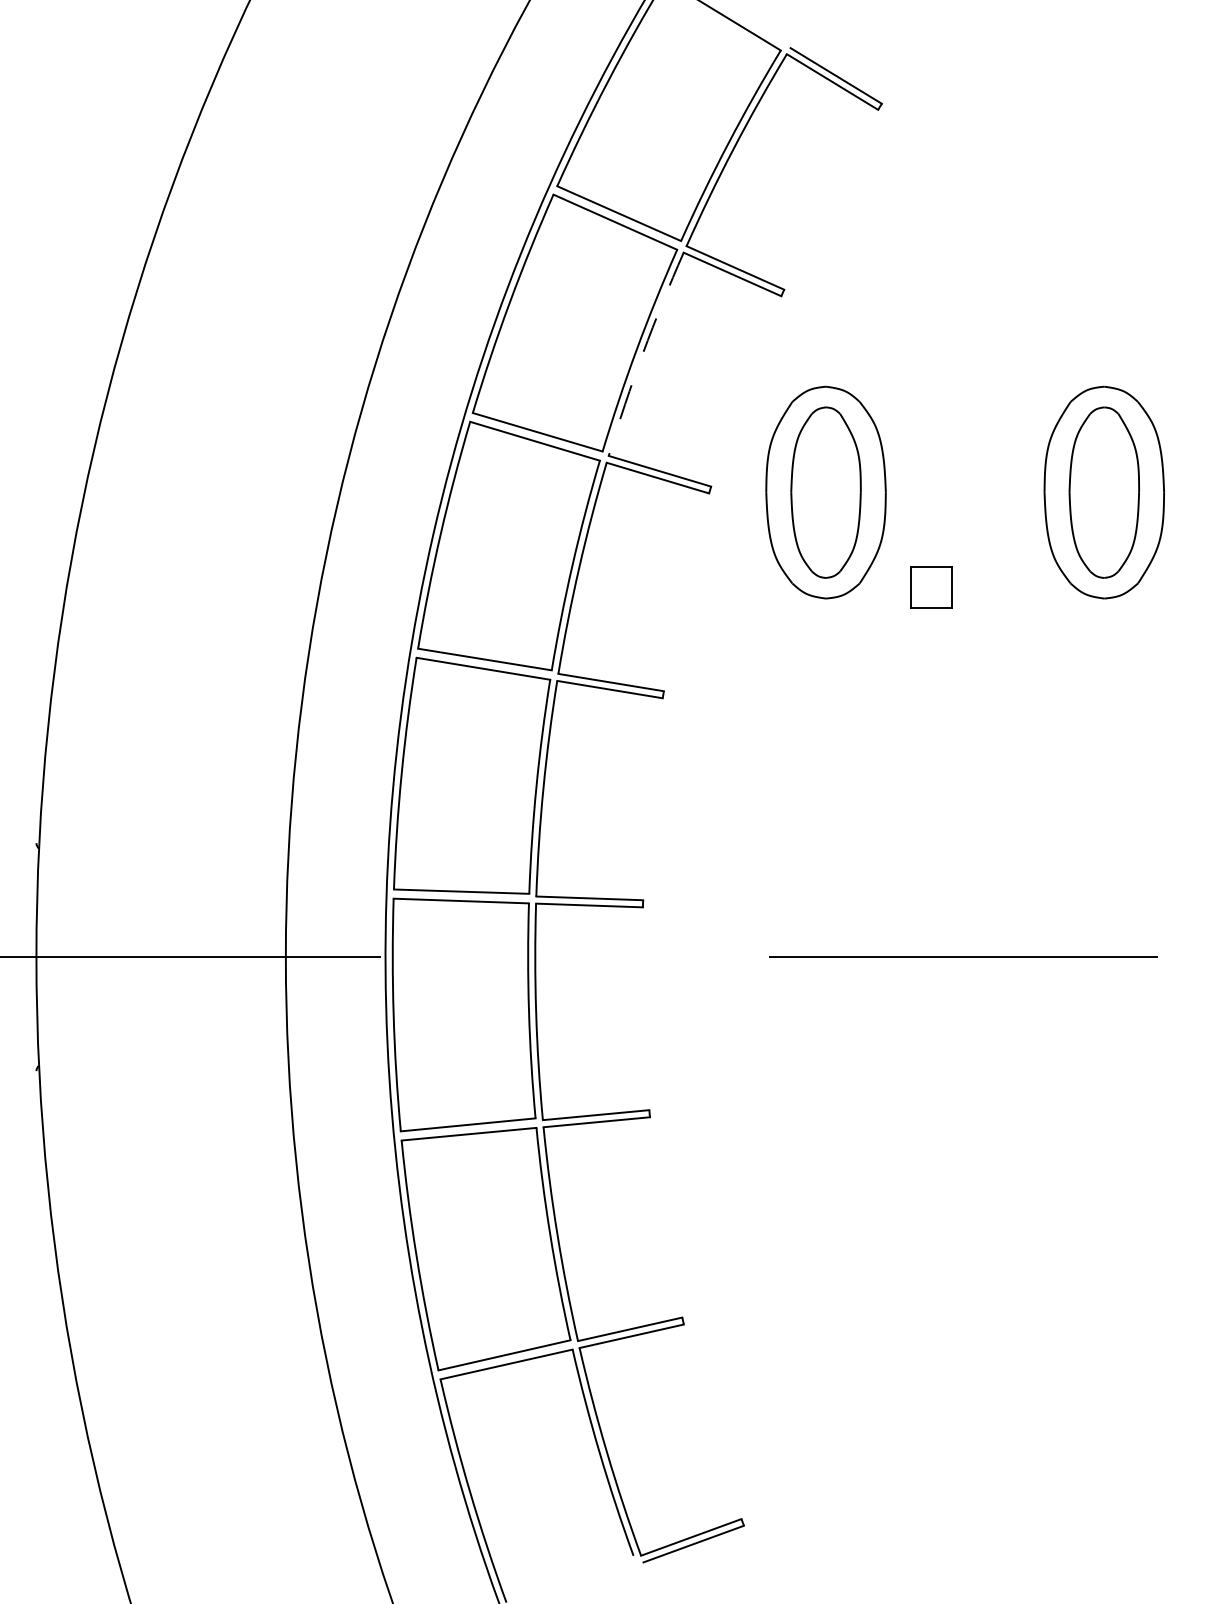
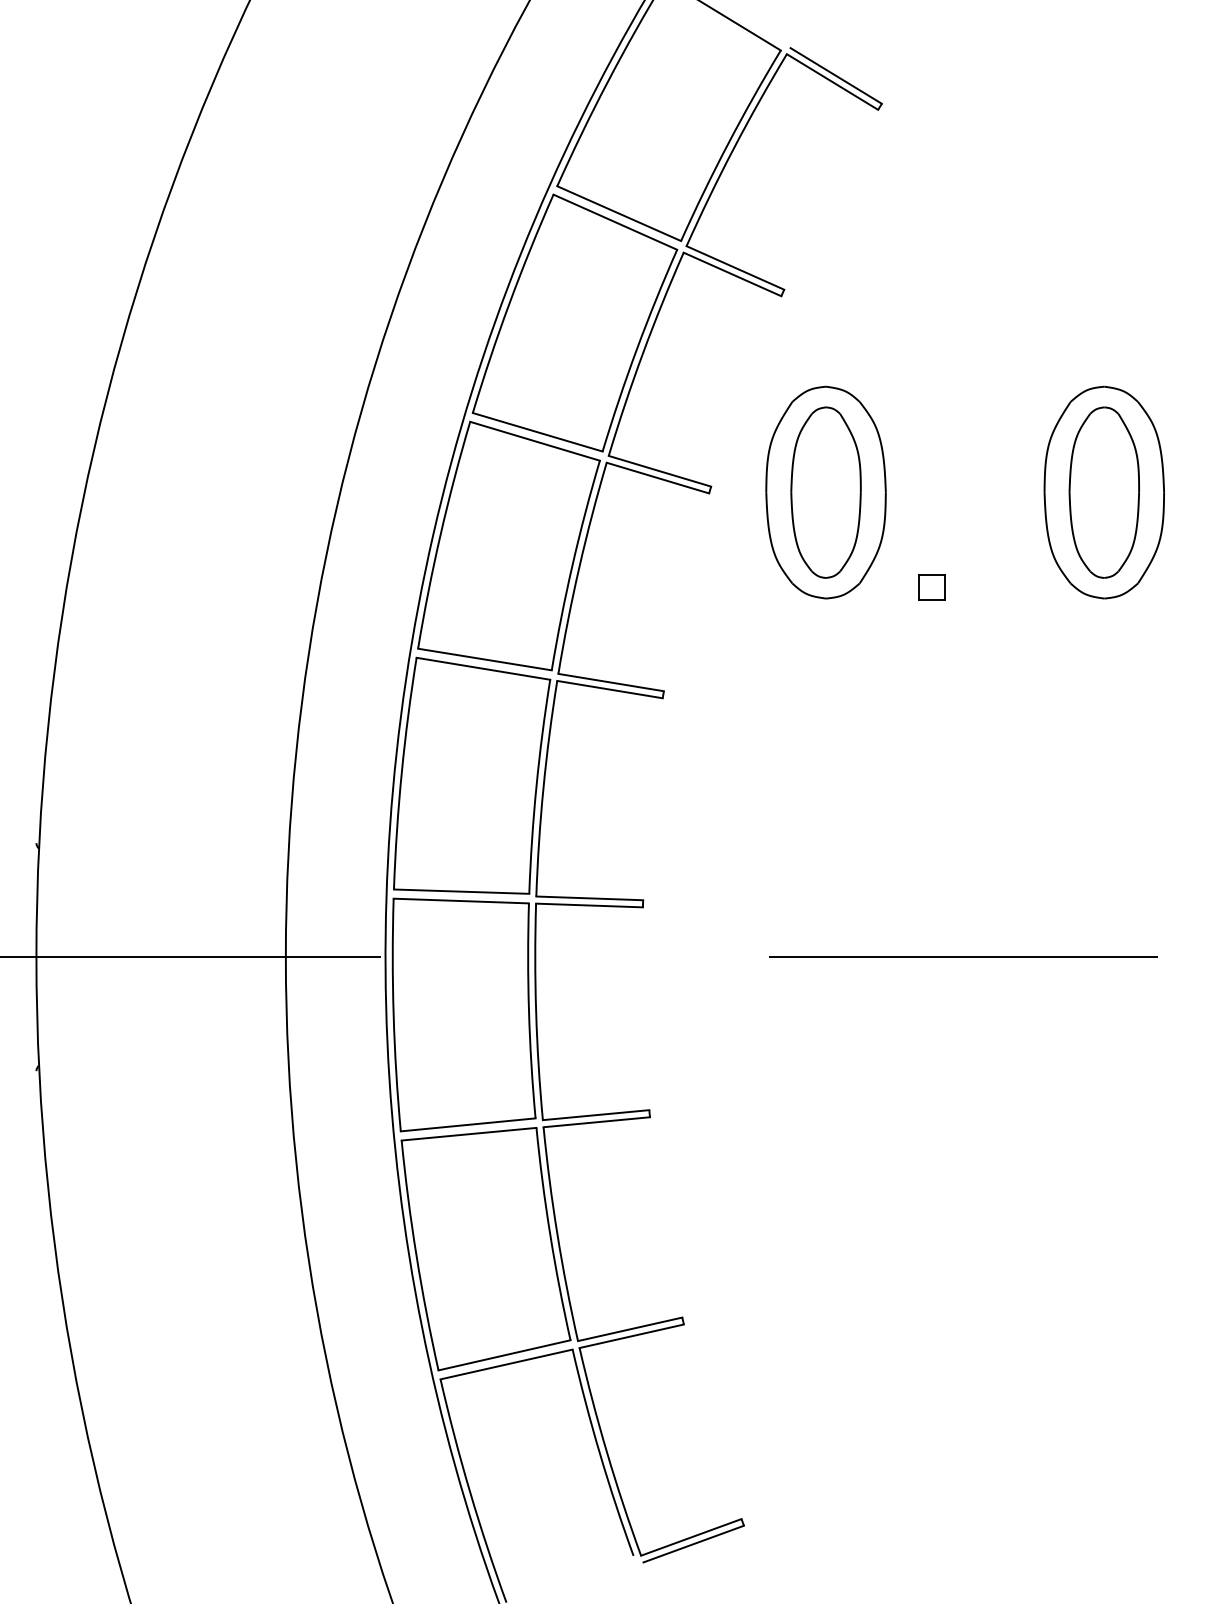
arc at (643, 353): dashed -> solid
part at (931, 587) size: 43x43 px -> 28x27 px
